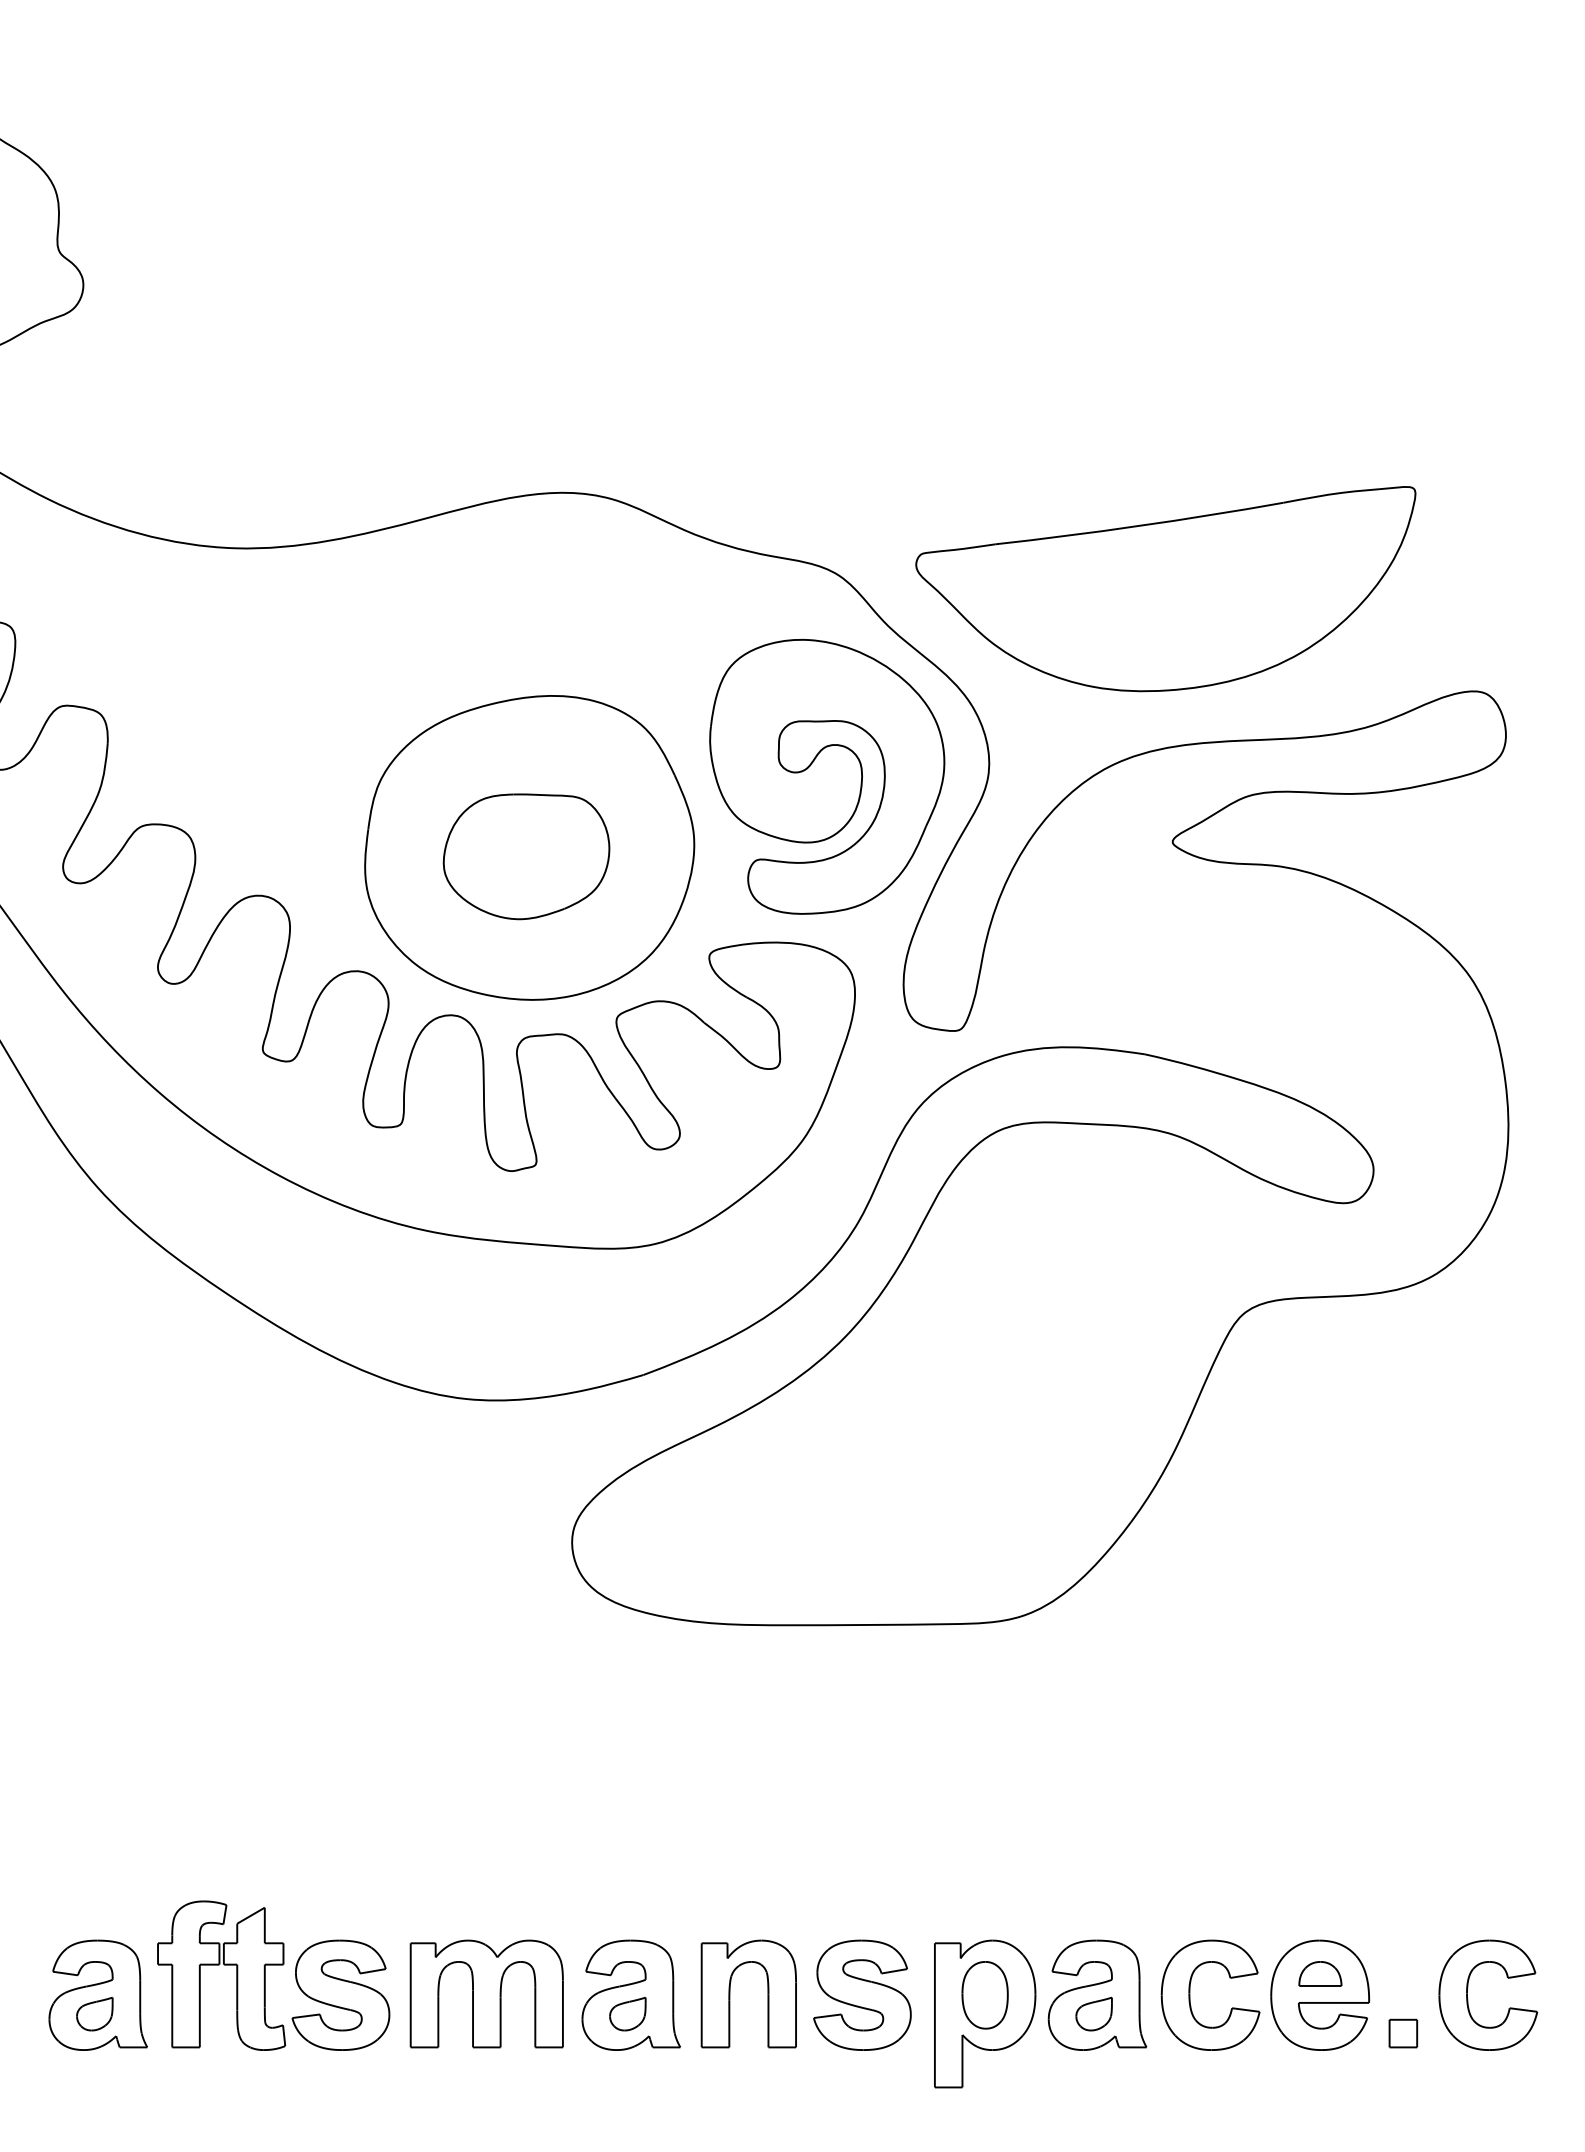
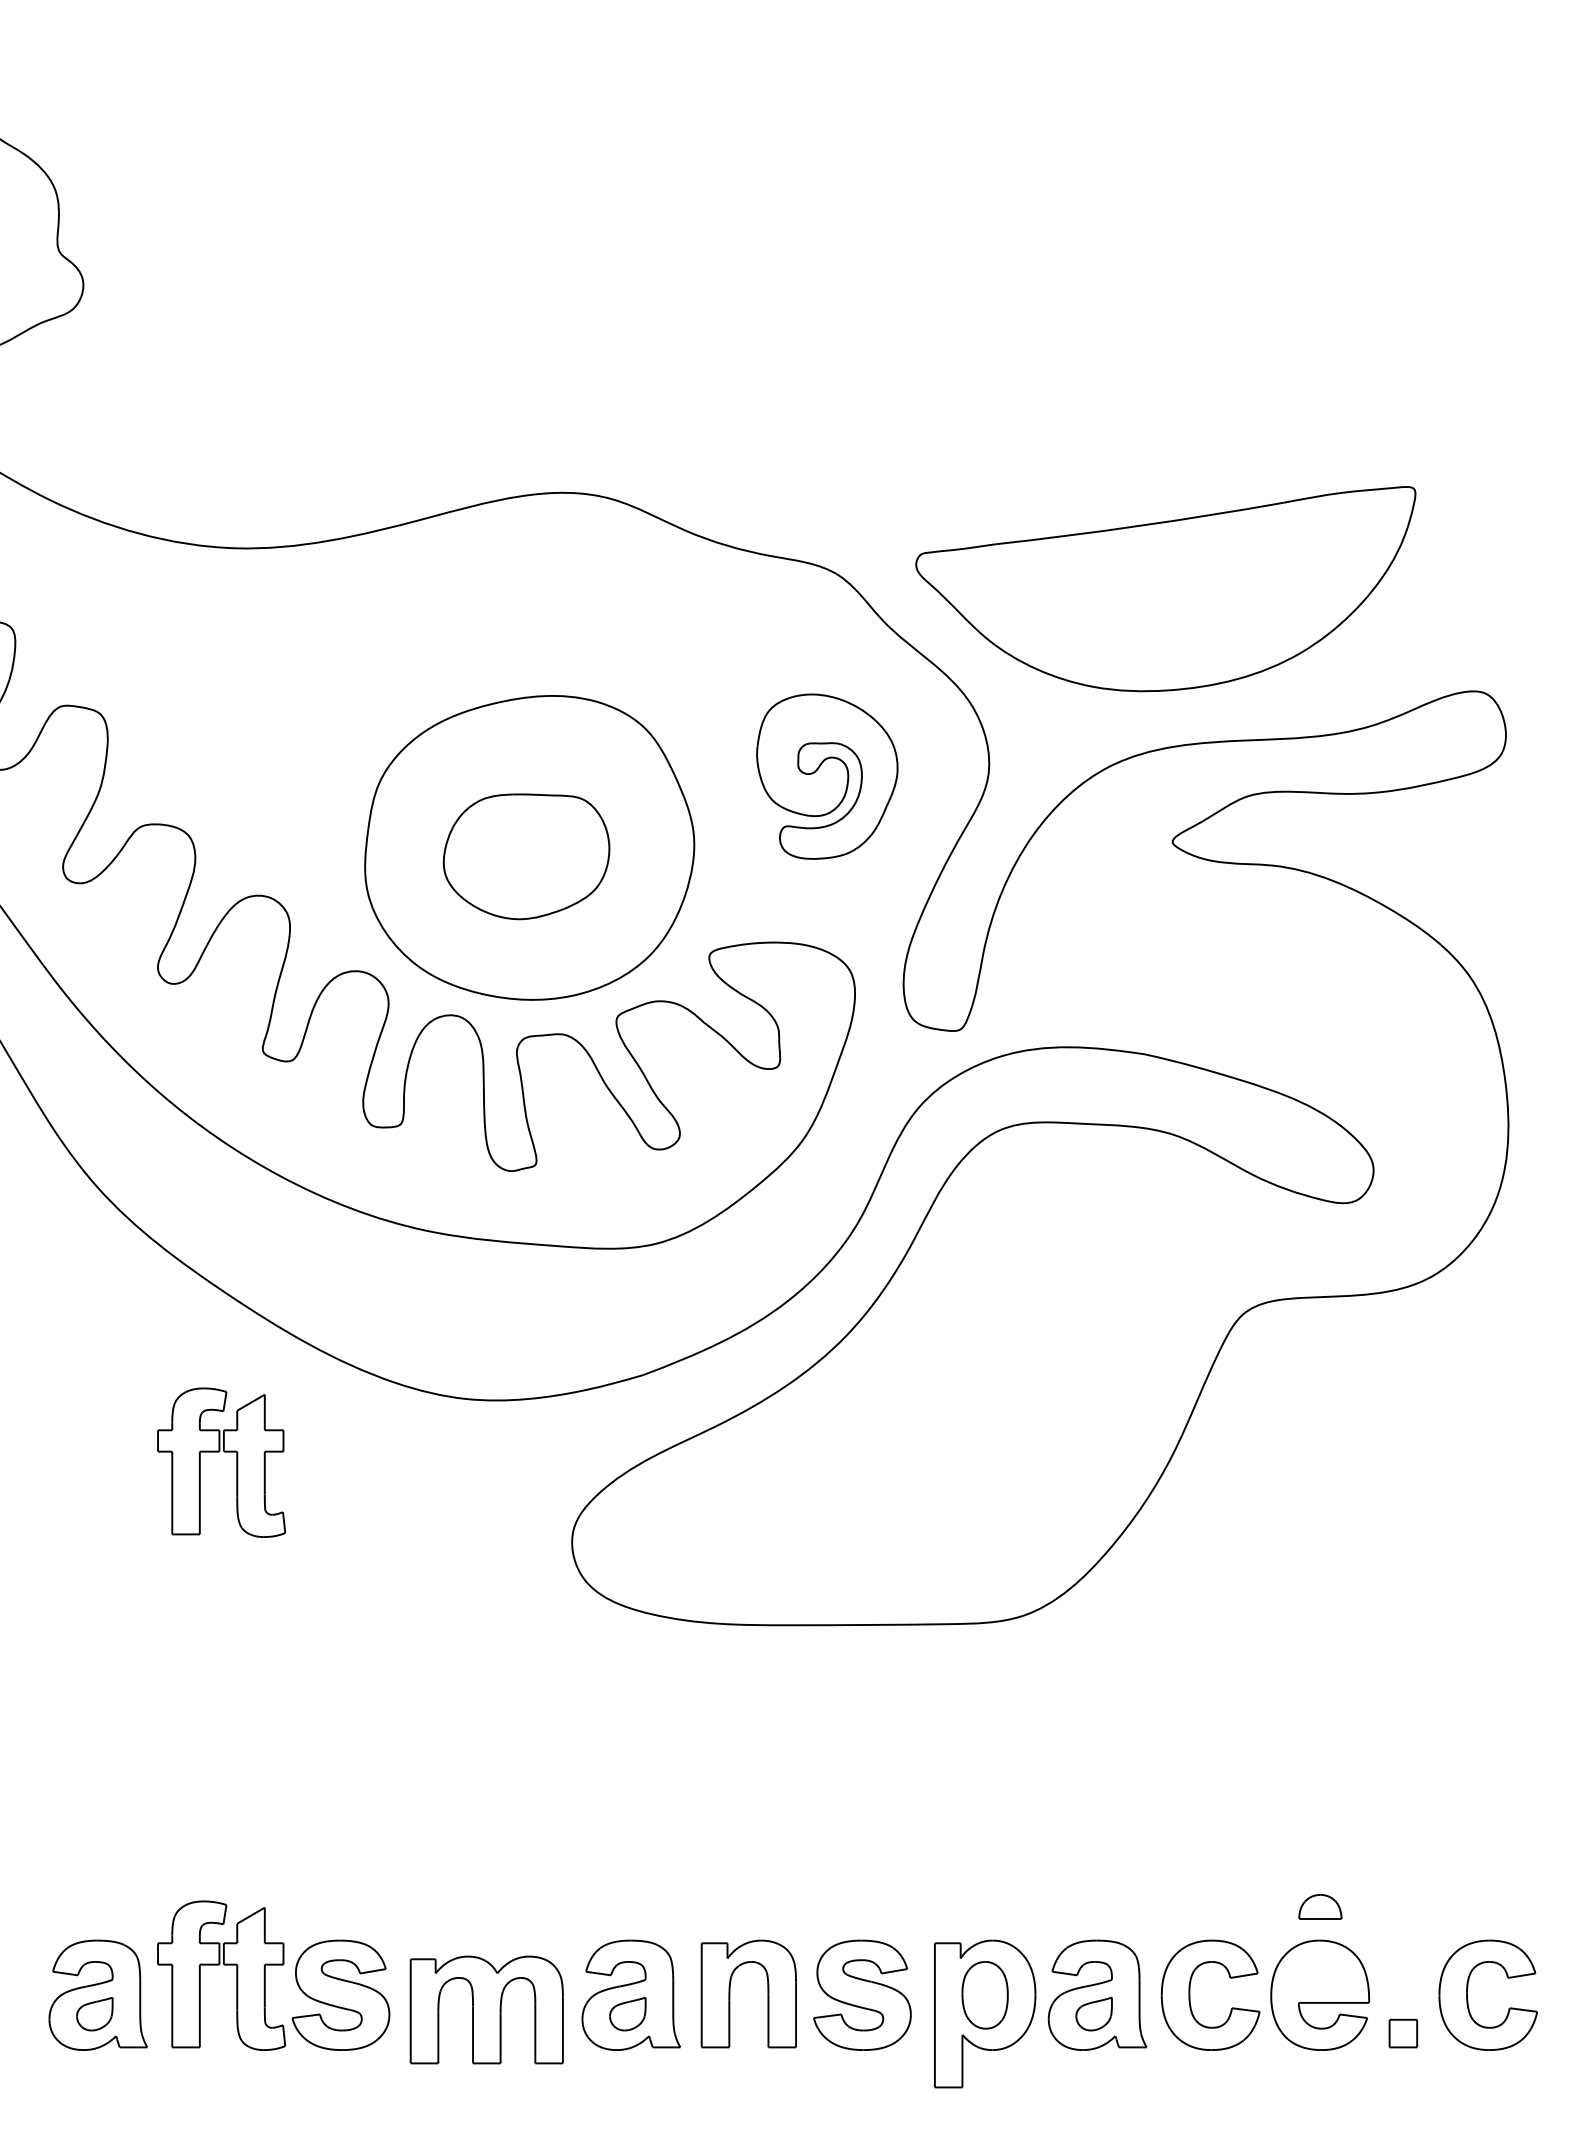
part at (827, 776) size: 237x277 px -> 143x167 px
part at (219, 1452): none -> present
part at (1320, 1973) position: (1320, 1973) -> (1320, 1906)
part at (486, 1993) position: (486, 1993) -> (486, 2009)
